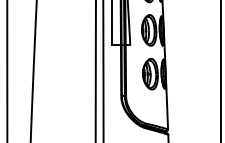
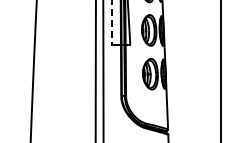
line at (112, 23): solid -> dashed
line at (7, 70): present -> none
